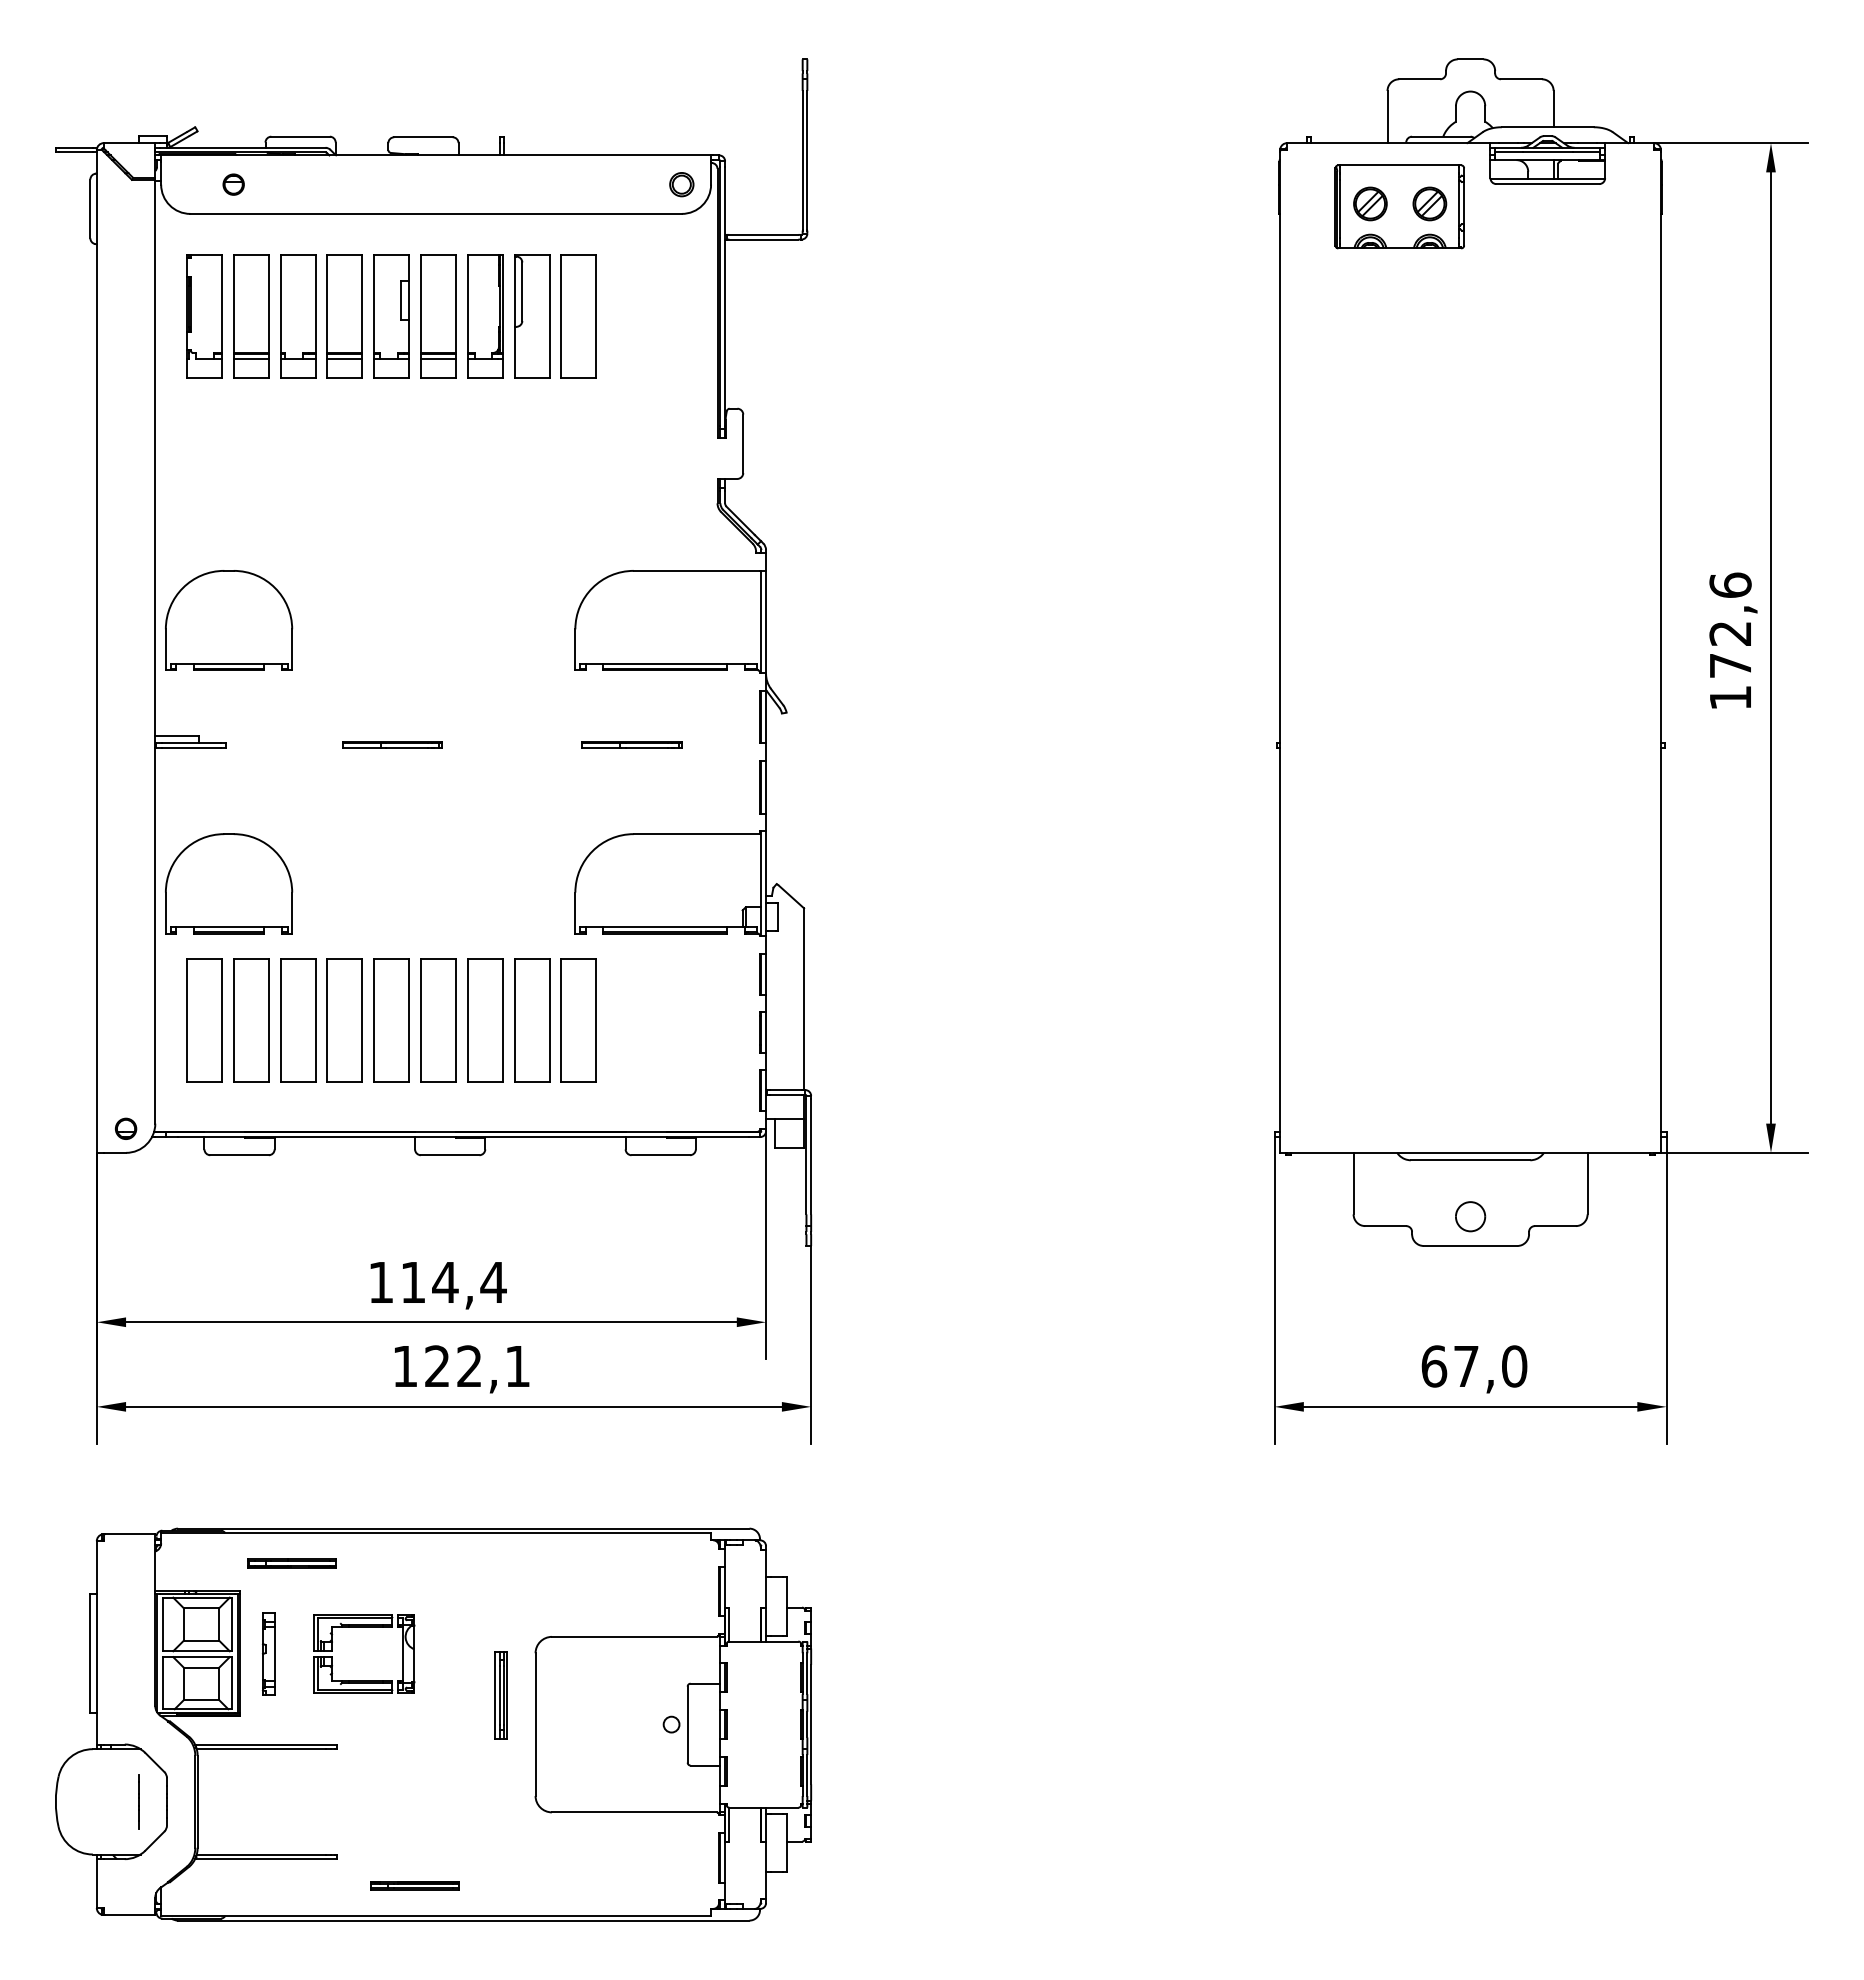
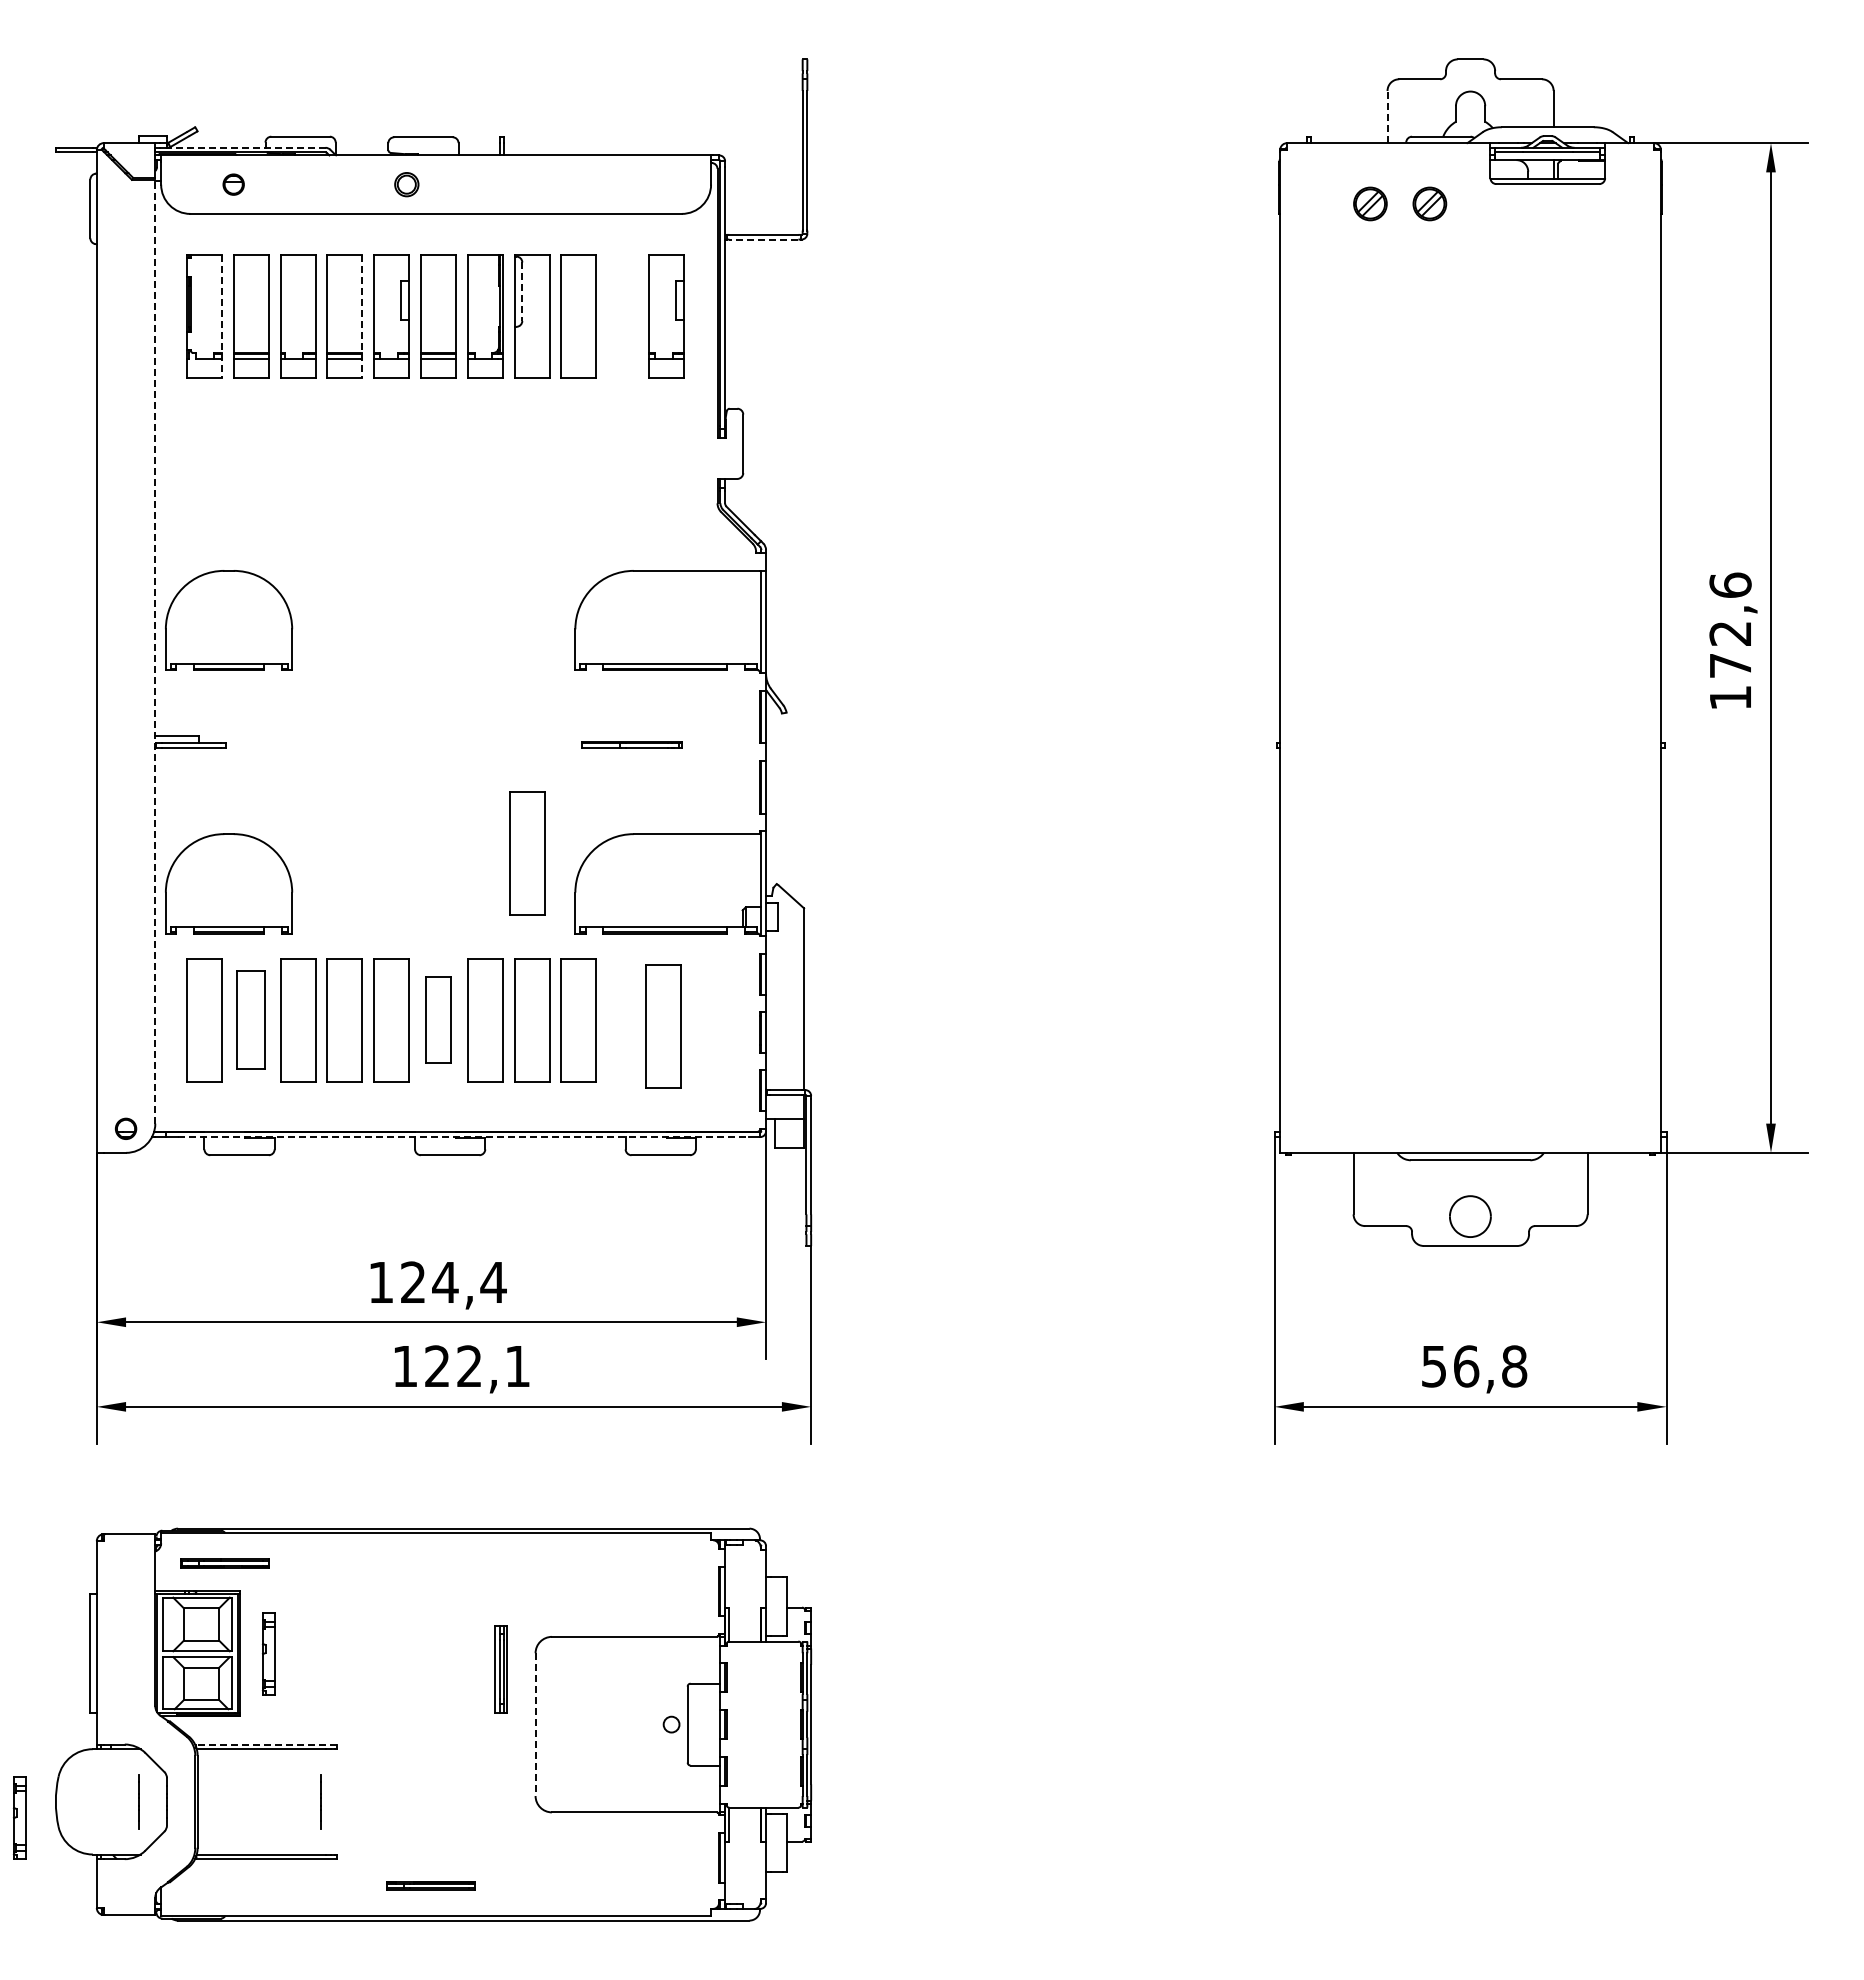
line at (1387, 116): solid -> dashed
line at (245, 147): solid -> dashed
part at (681, 184) position: (681, 184) -> (406, 184)
part at (1399, 206): present -> none
line at (763, 239): solid -> dashed
line at (522, 292): solid -> dashed
part at (666, 316): none -> present
line at (222, 317): solid -> dashed
line at (362, 317): solid -> dashed
line at (155, 651): solid -> dashed
part at (392, 744): present -> none
part at (527, 853): none -> present
part at (251, 1020) size: 37x125 px -> 30x100 px
part at (438, 1020) size: 37x125 px -> 27x88 px
part at (663, 1026): none -> present
line at (463, 1137): solid -> dashed
part at (1470, 1216) size: 32x32 px -> 43x43 px
text at (412, 1281): 114,4 -> 124,4
text at (1474, 1366): 67,0 -> 56,8
part at (291, 1563) position: (291, 1563) -> (224, 1563)
part at (364, 1627): present -> none
part at (500, 1695) position: (500, 1695) -> (500, 1669)
line at (535, 1725): solid -> dashed
line at (265, 1744): solid -> dashed
line at (320, 1801): none -> present
part at (19, 1817): none -> present
part at (414, 1885) position: (414, 1885) -> (430, 1885)
